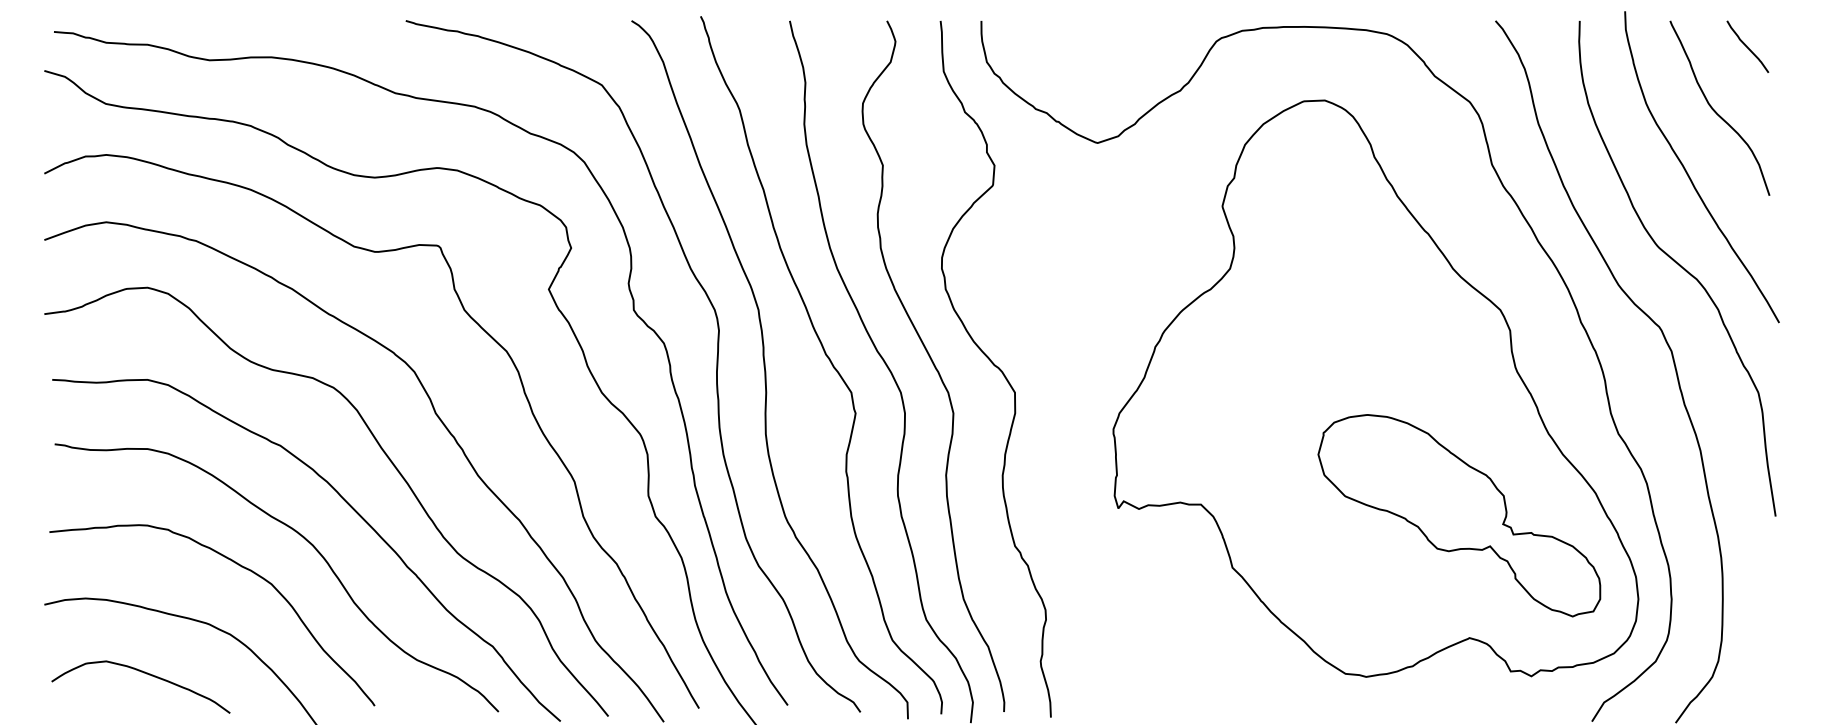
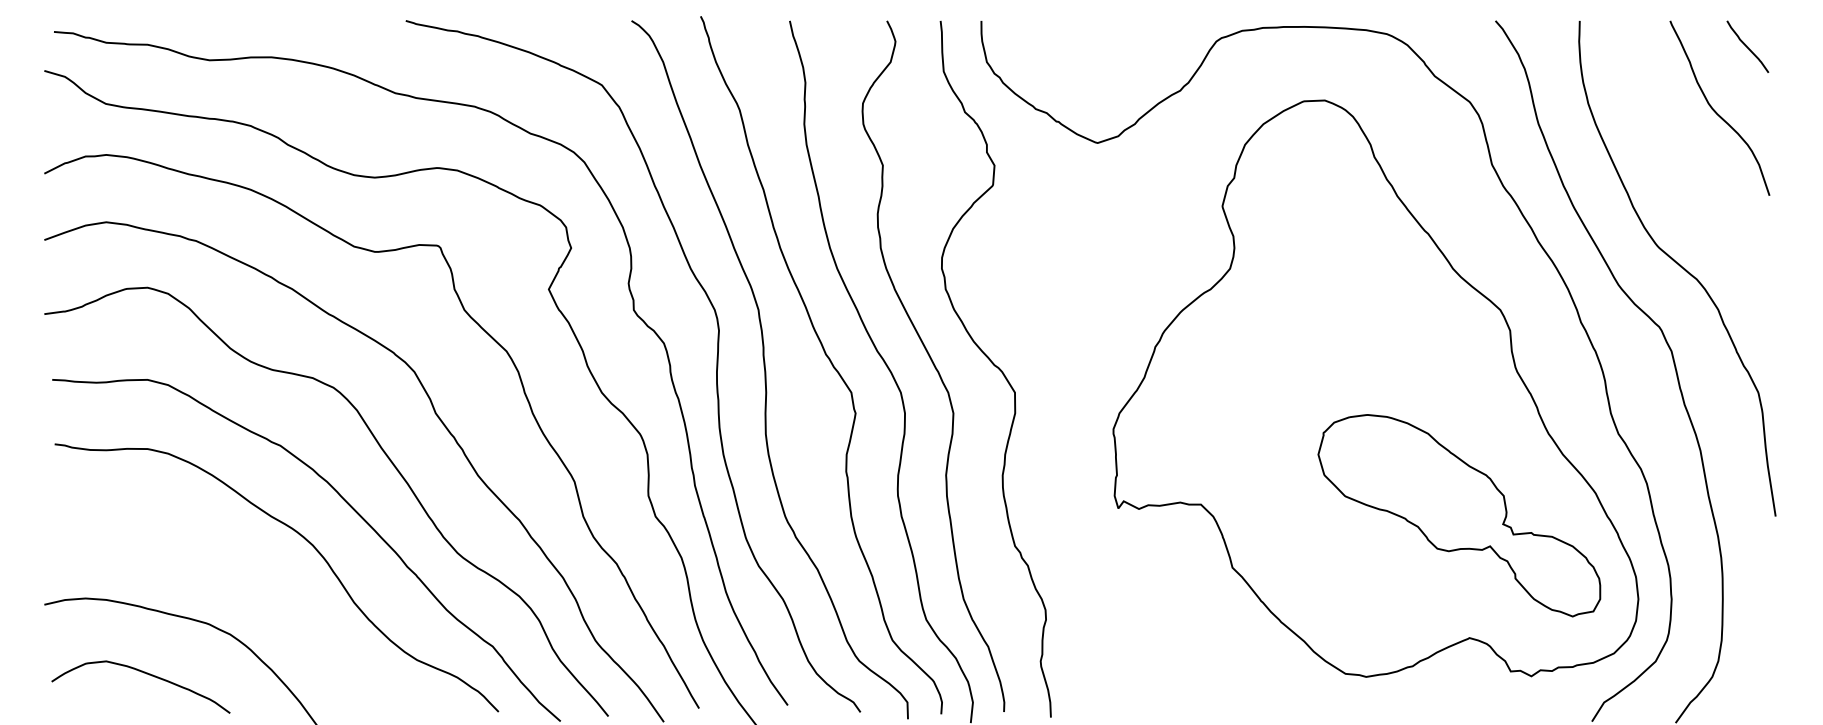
curve at (1688, 173): present -> none
curve at (241, 567): present -> none
